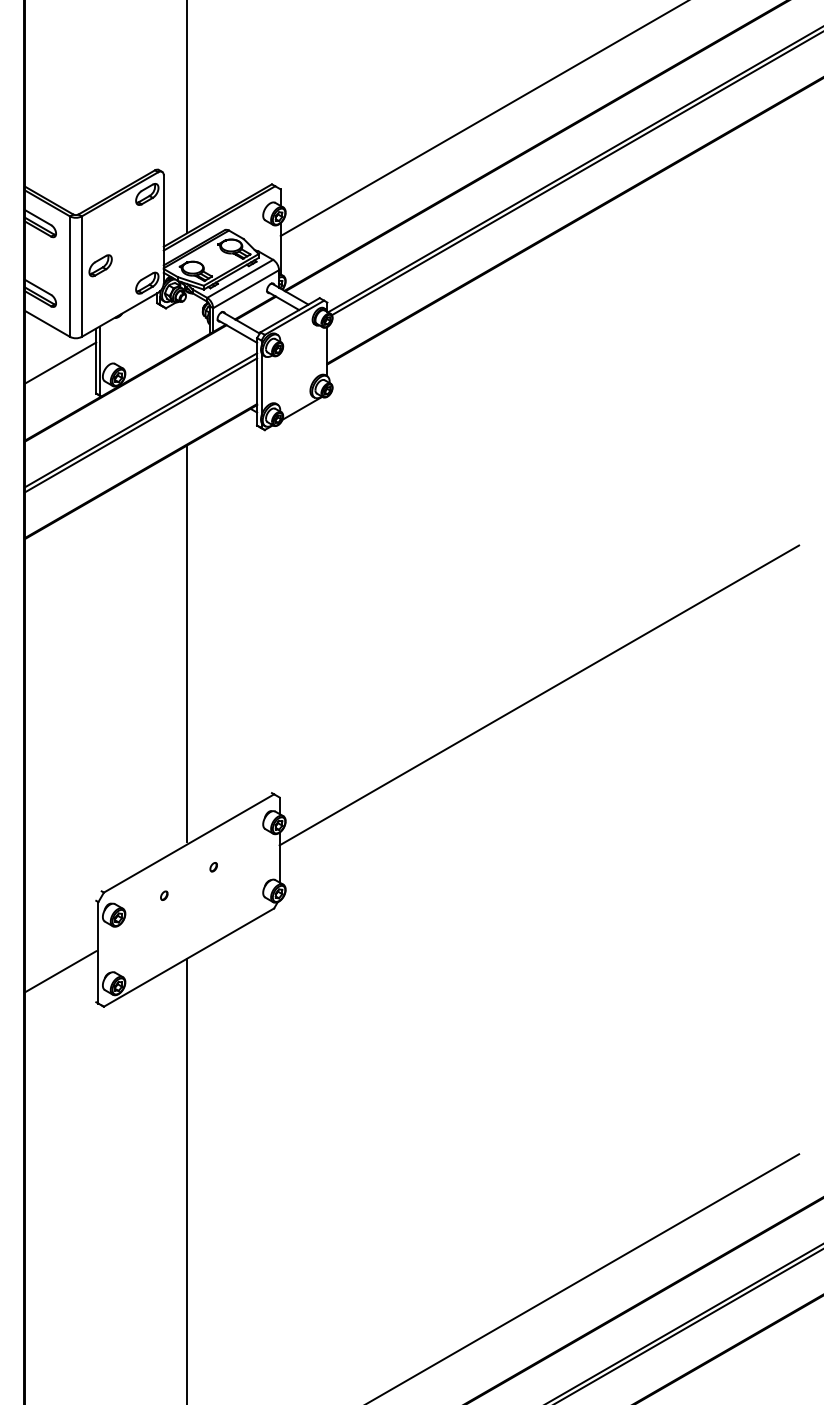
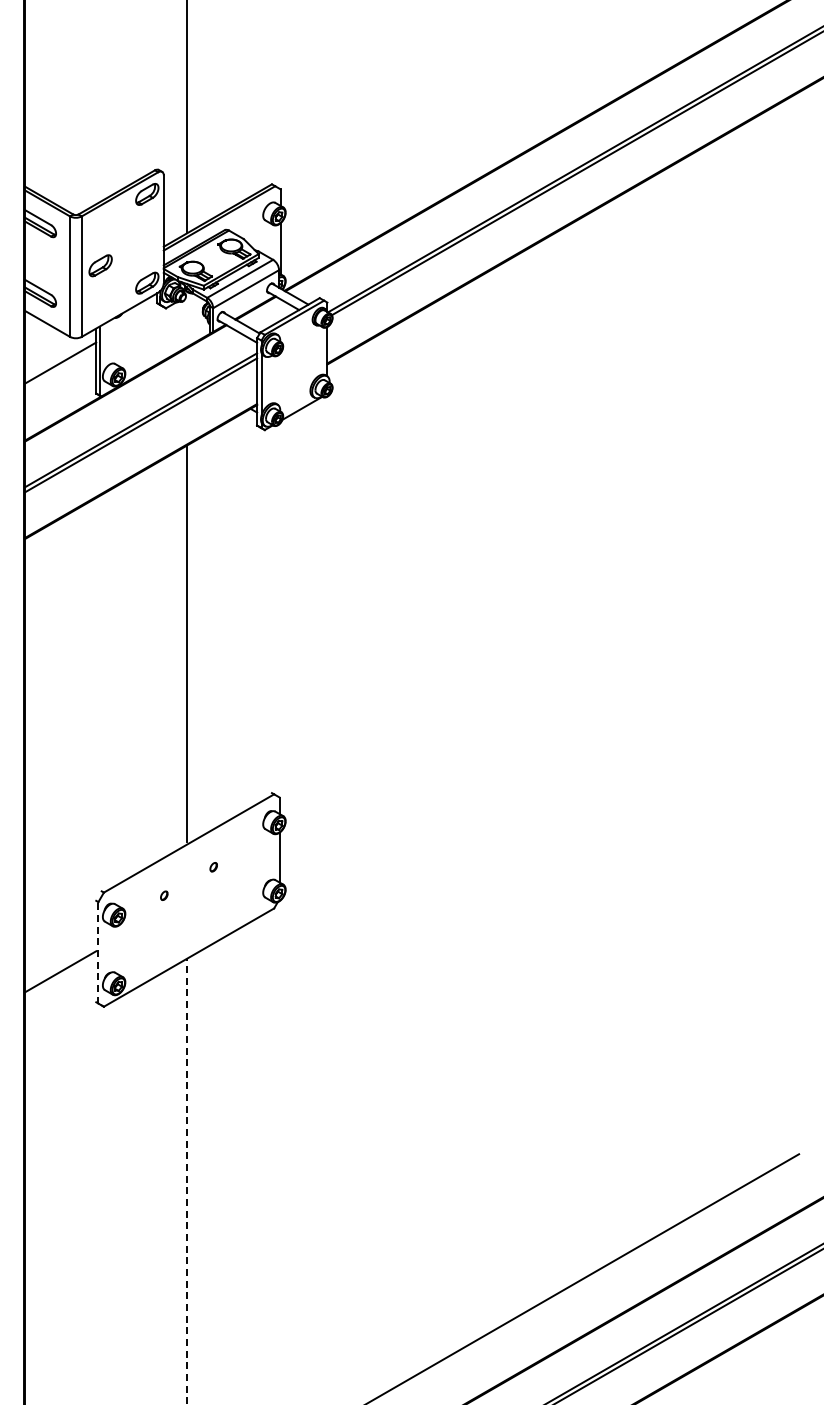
line at (482, 119): present -> none
line at (539, 695): present -> none
line at (98, 952): solid -> dashed
line at (186, 1181): solid -> dashed
